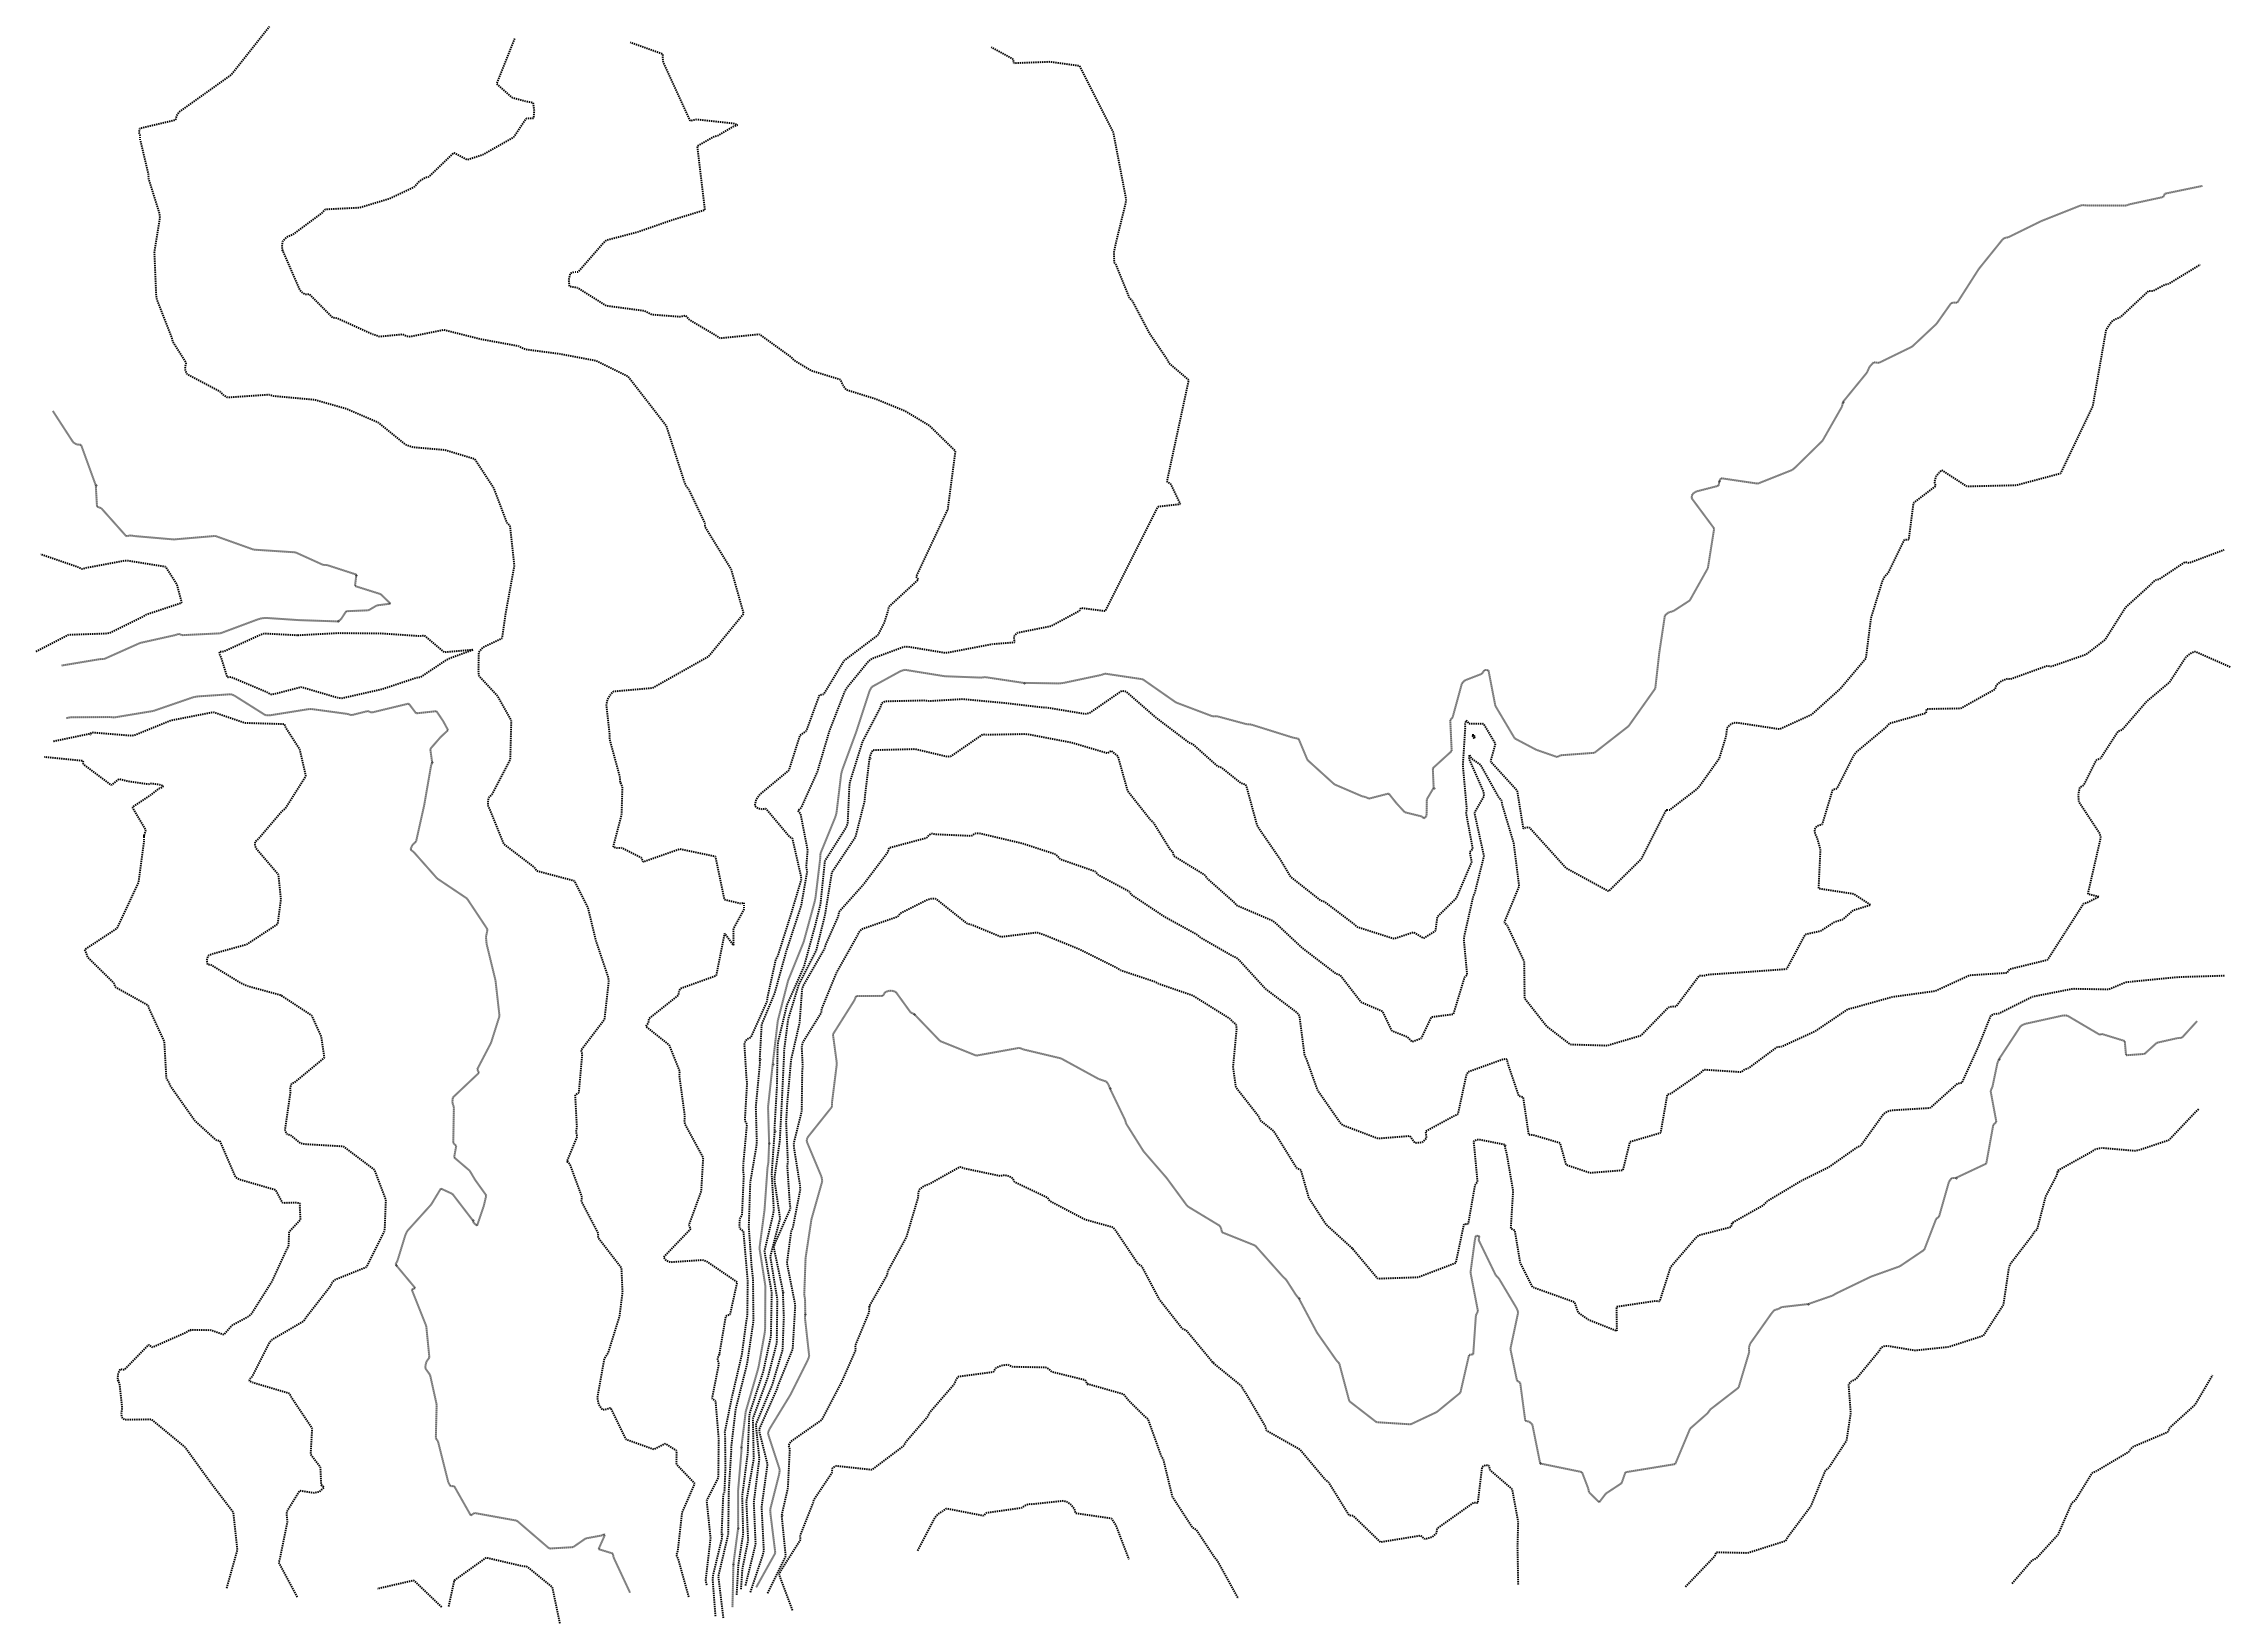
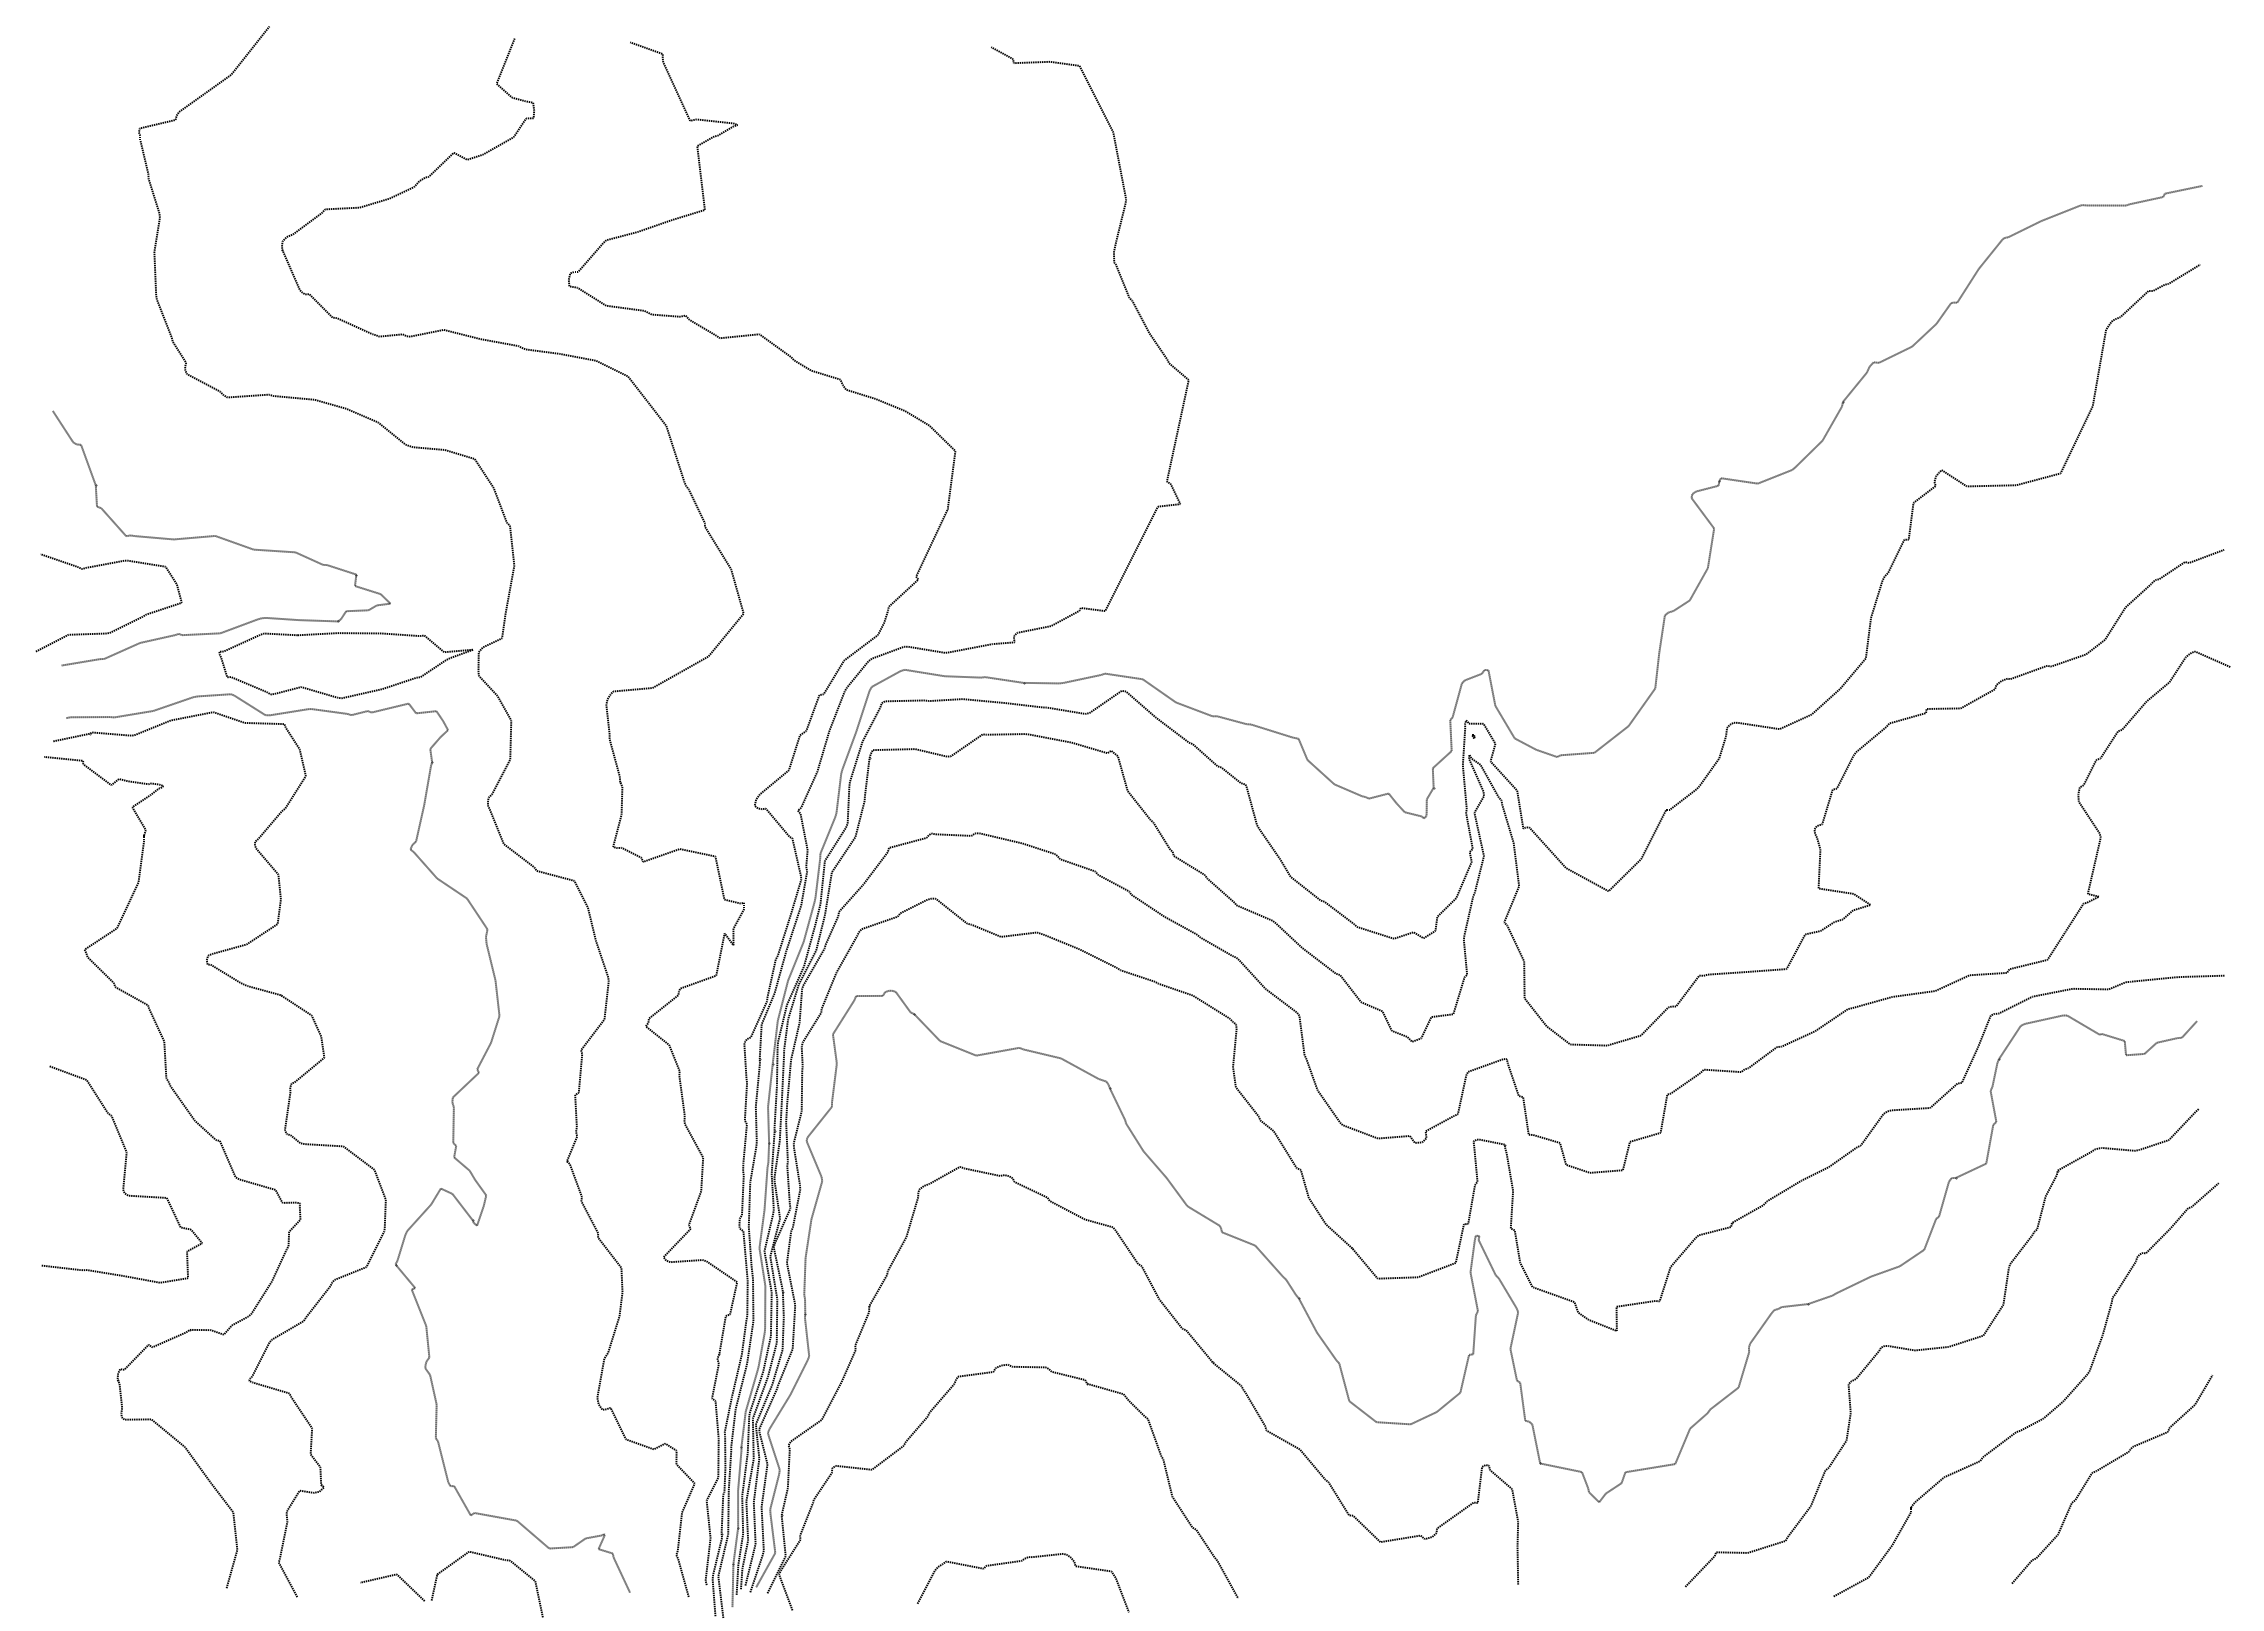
curve at (123, 1174): none -> present
curve at (2047, 1413): none -> present
curve at (1019, 1509) position: (1019, 1509) -> (1019, 1562)
part at (453, 1589) position: (453, 1589) -> (436, 1583)
